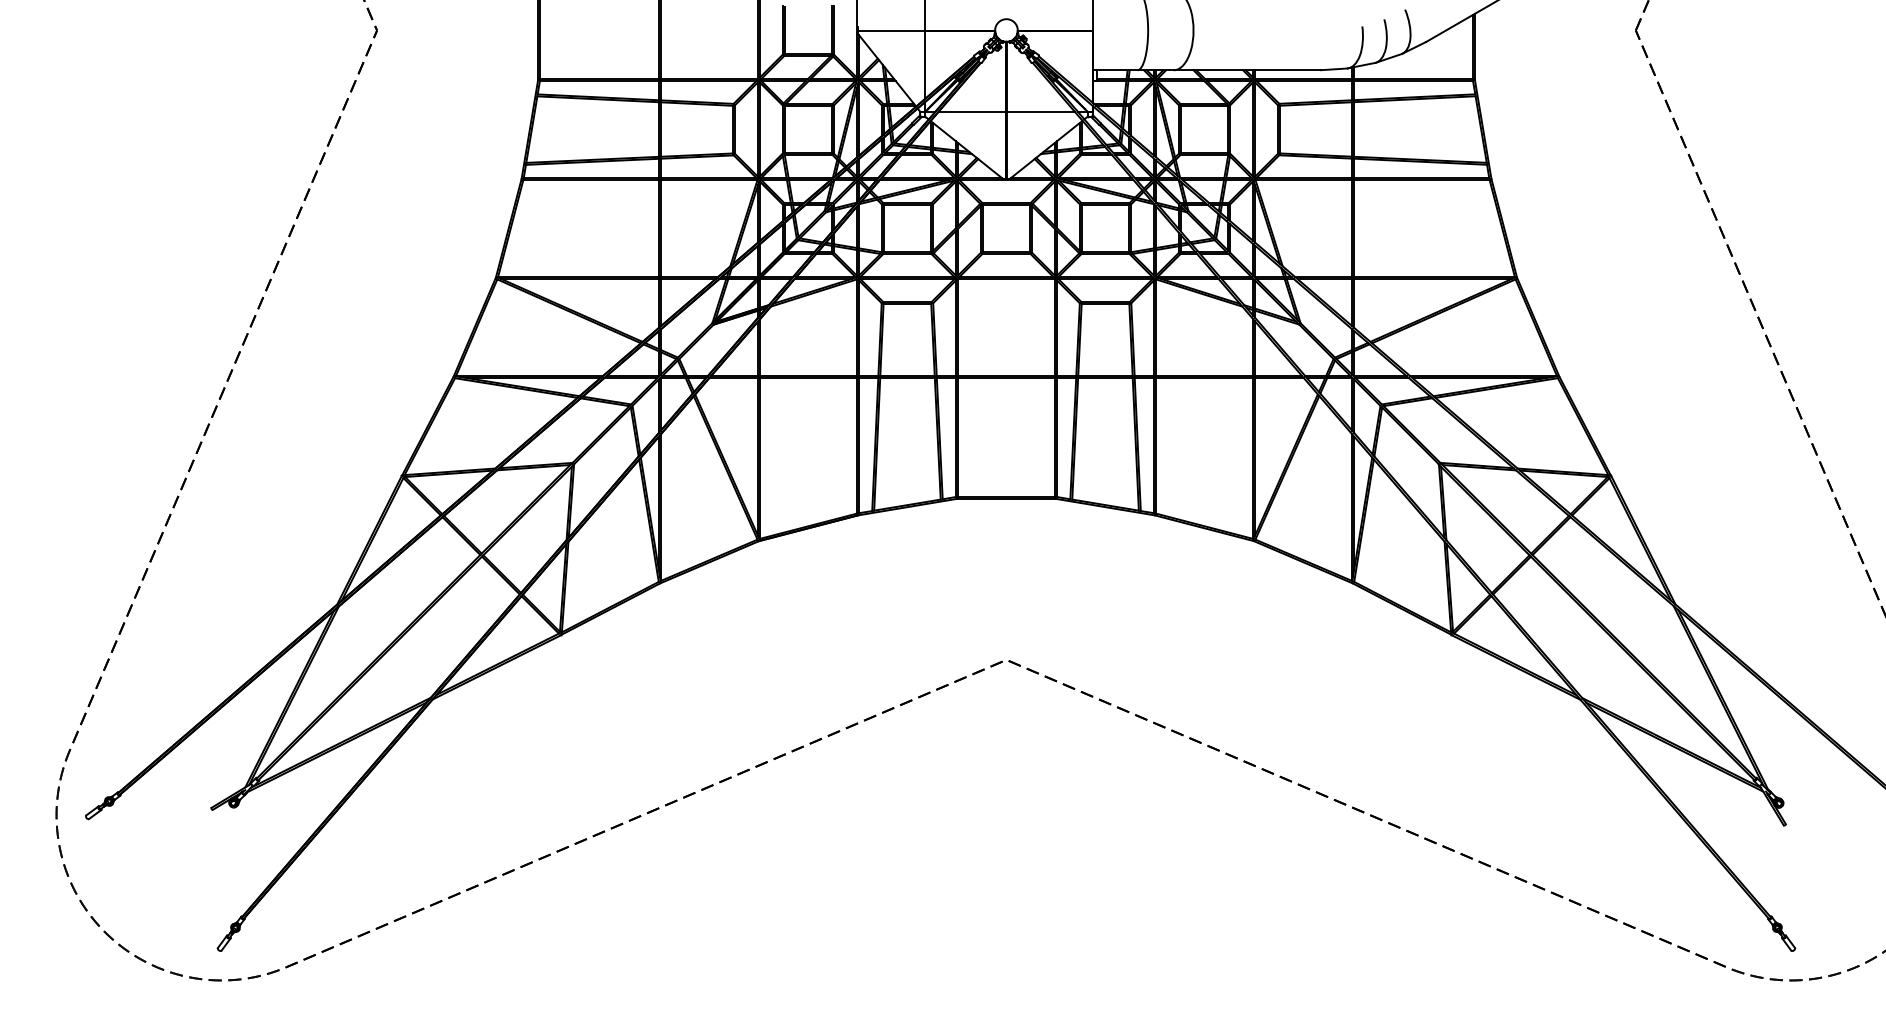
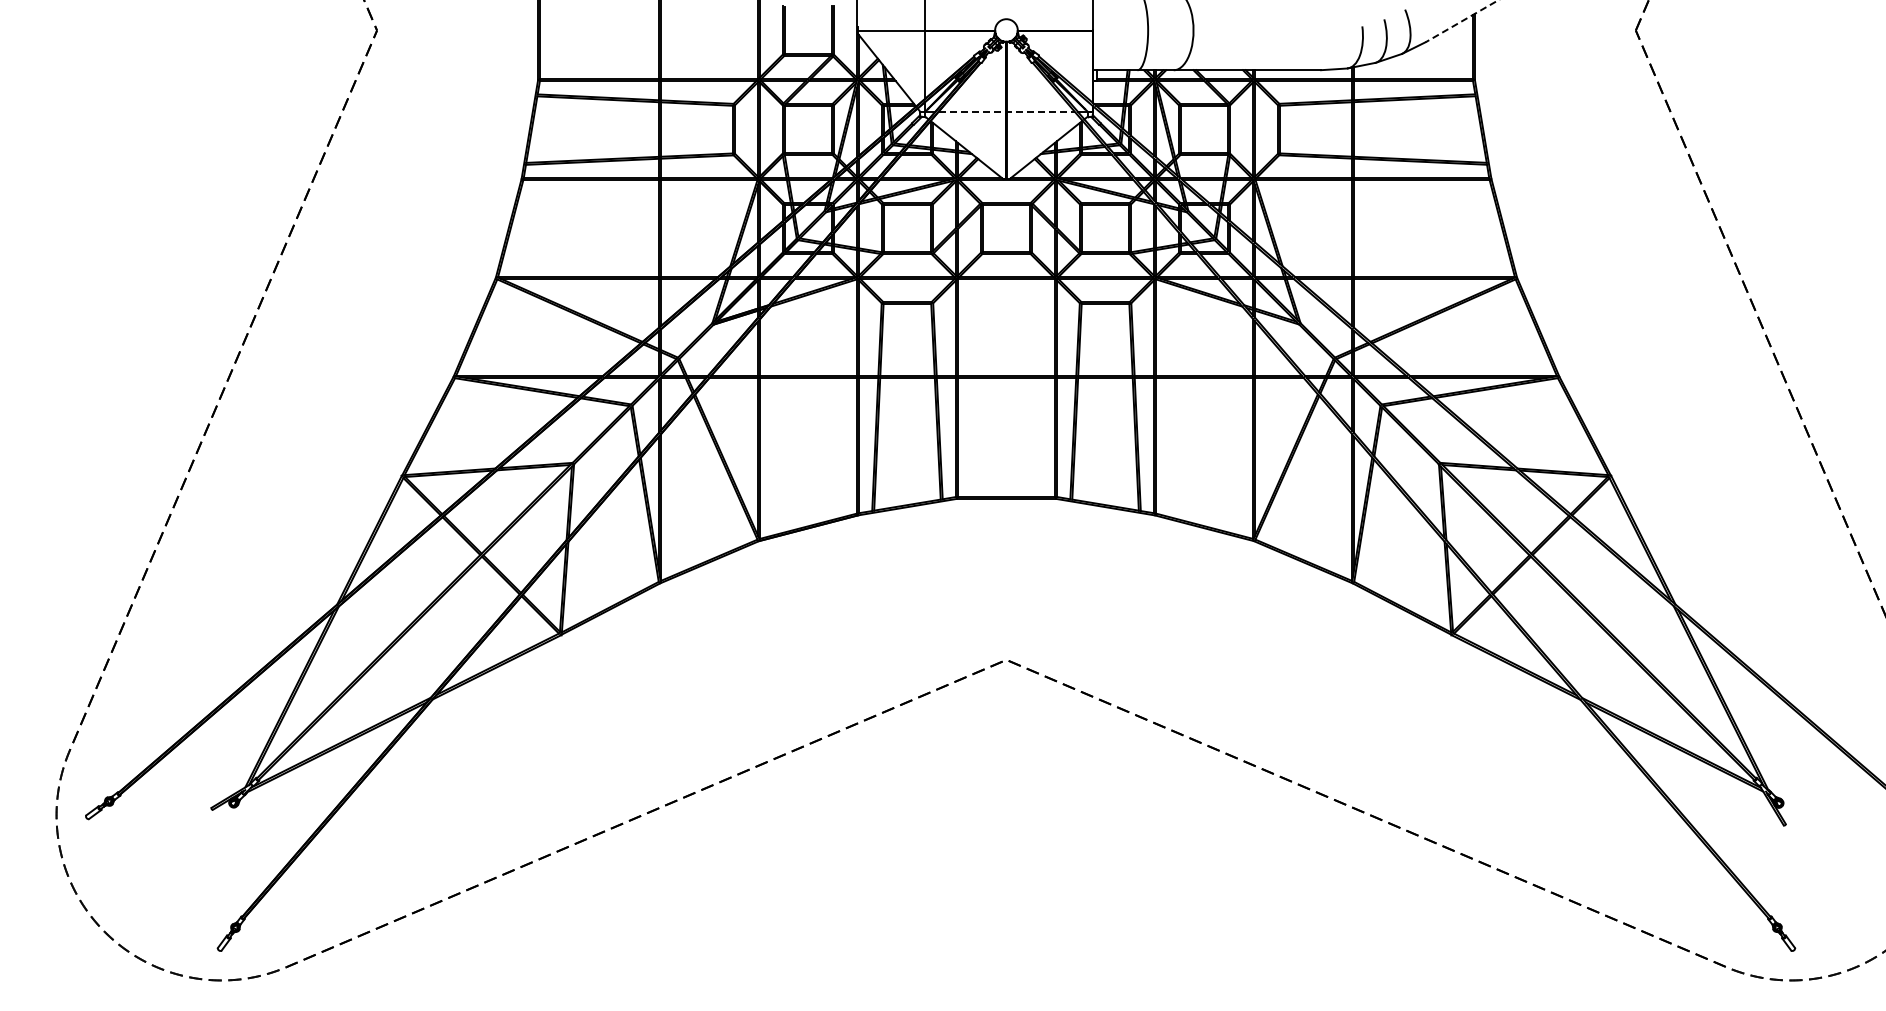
line at (1462, 20): solid -> dashed
line at (1007, 111): solid -> dashed
